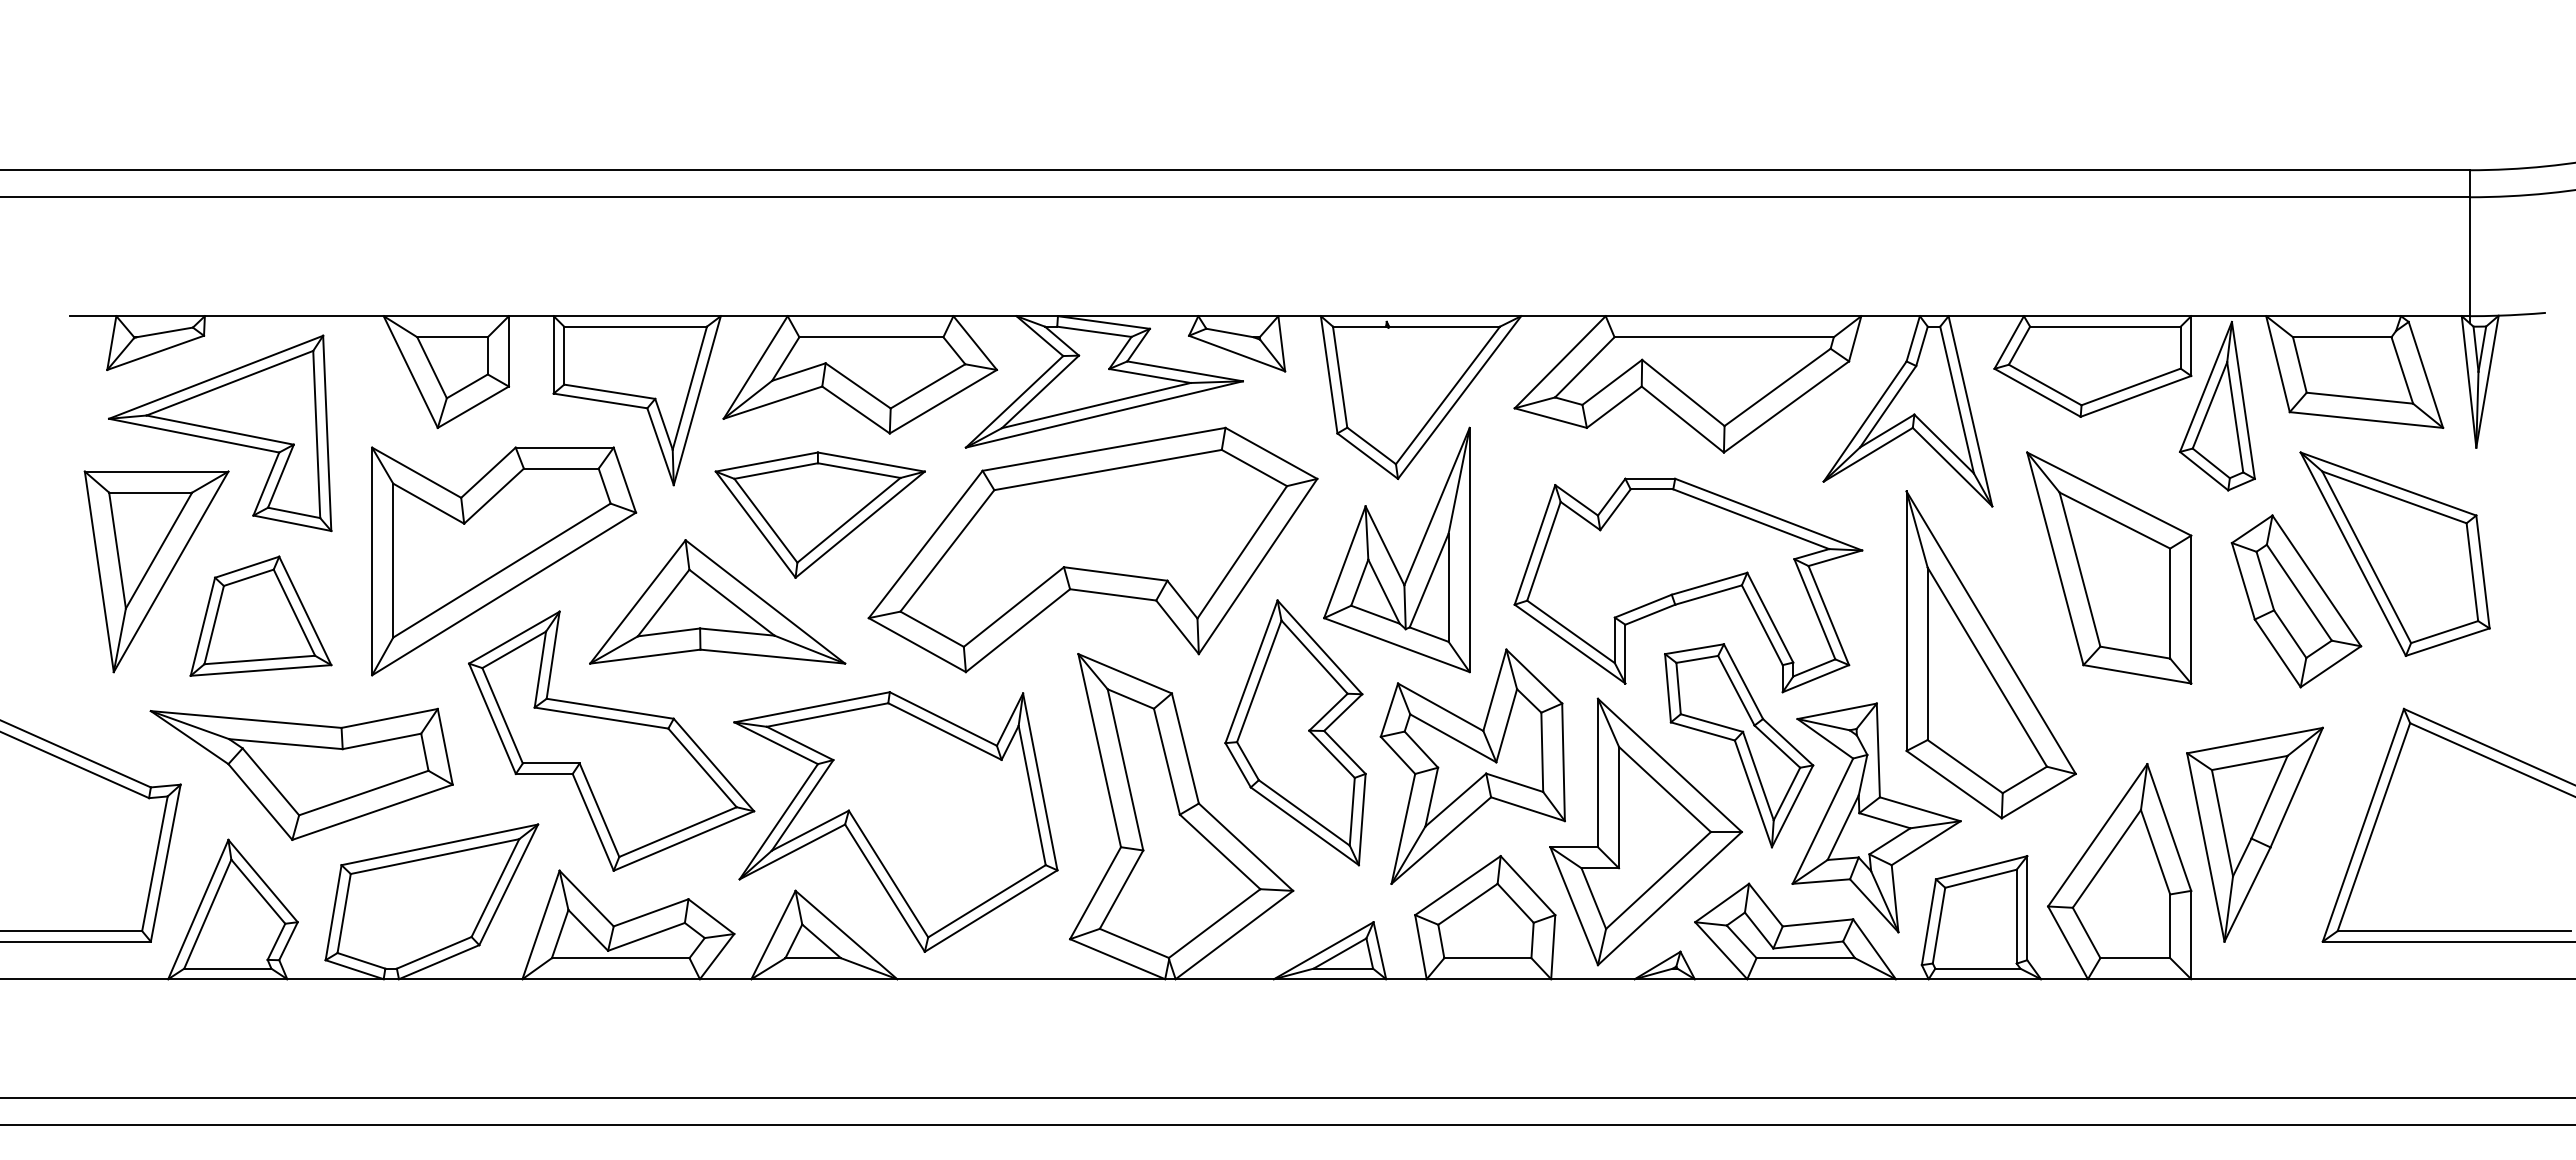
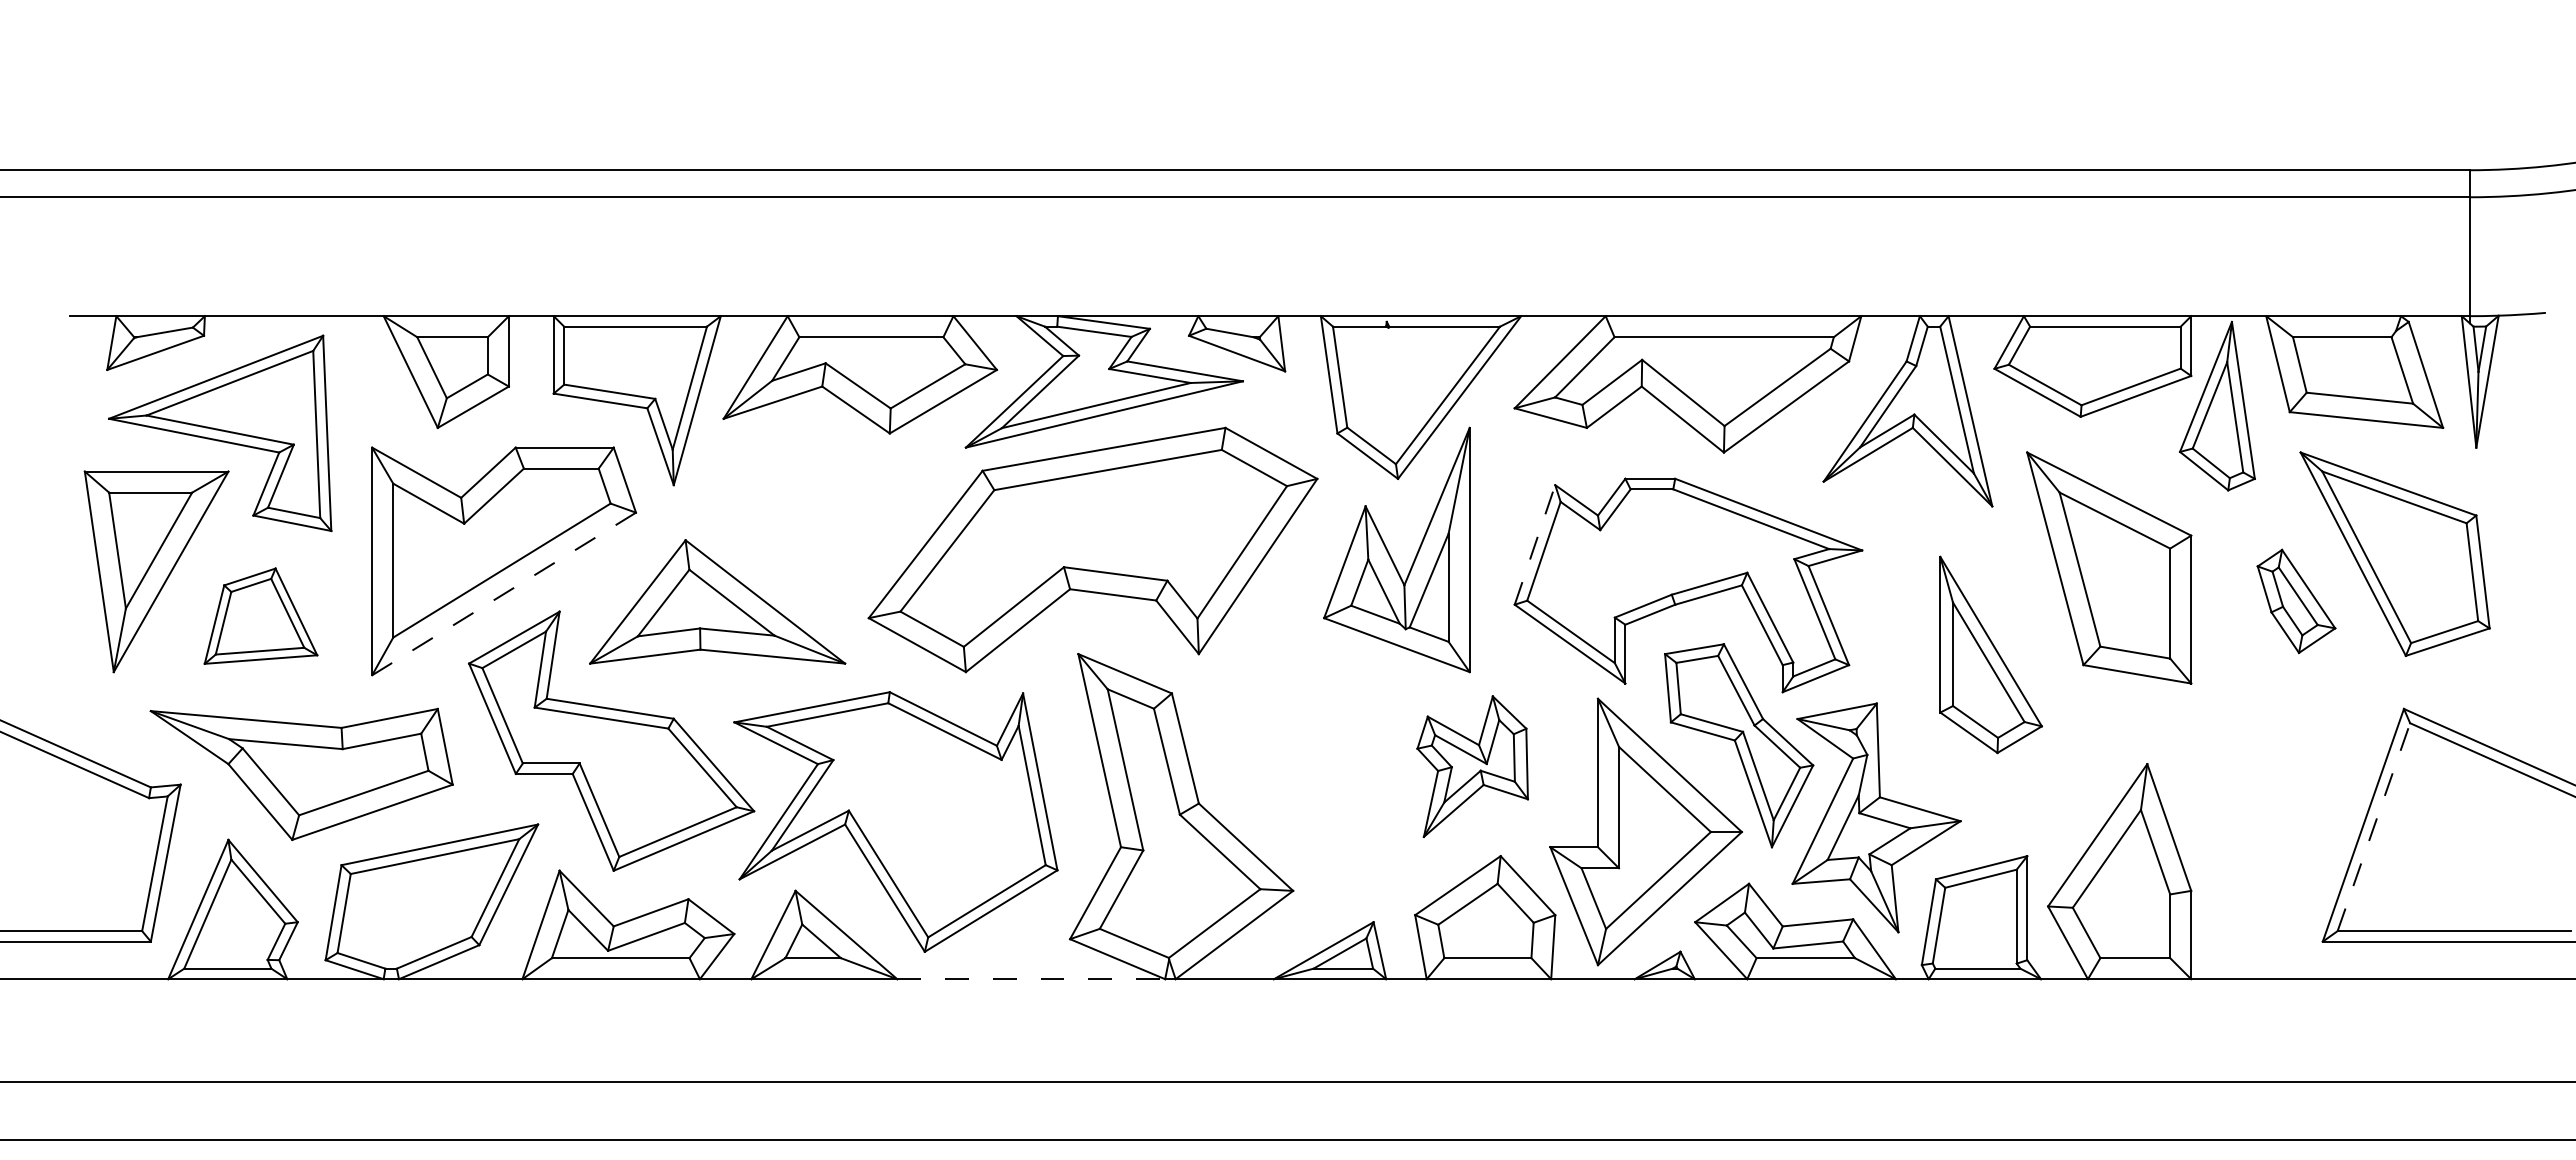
part at (819, 514): present -> none
line at (1535, 544): solid -> dashed
line at (504, 593): solid -> dashed
part at (2296, 601) size: 133x175 px -> 81x107 px
part at (260, 615) size: 144x122 px -> 116x98 px
part at (1990, 654) size: 172x330 px -> 104x200 px
part at (1295, 732): present -> none
part at (1472, 766) size: 187x237 px -> 113x143 px
line at (2374, 826): solid -> dashed
part at (2254, 834): present -> none
line at (1031, 979): solid -> dashed
line at (1287, 1098) position: (1287, 1098) -> (1287, 1082)
line at (1287, 1125) position: (1287, 1125) -> (1287, 1140)
